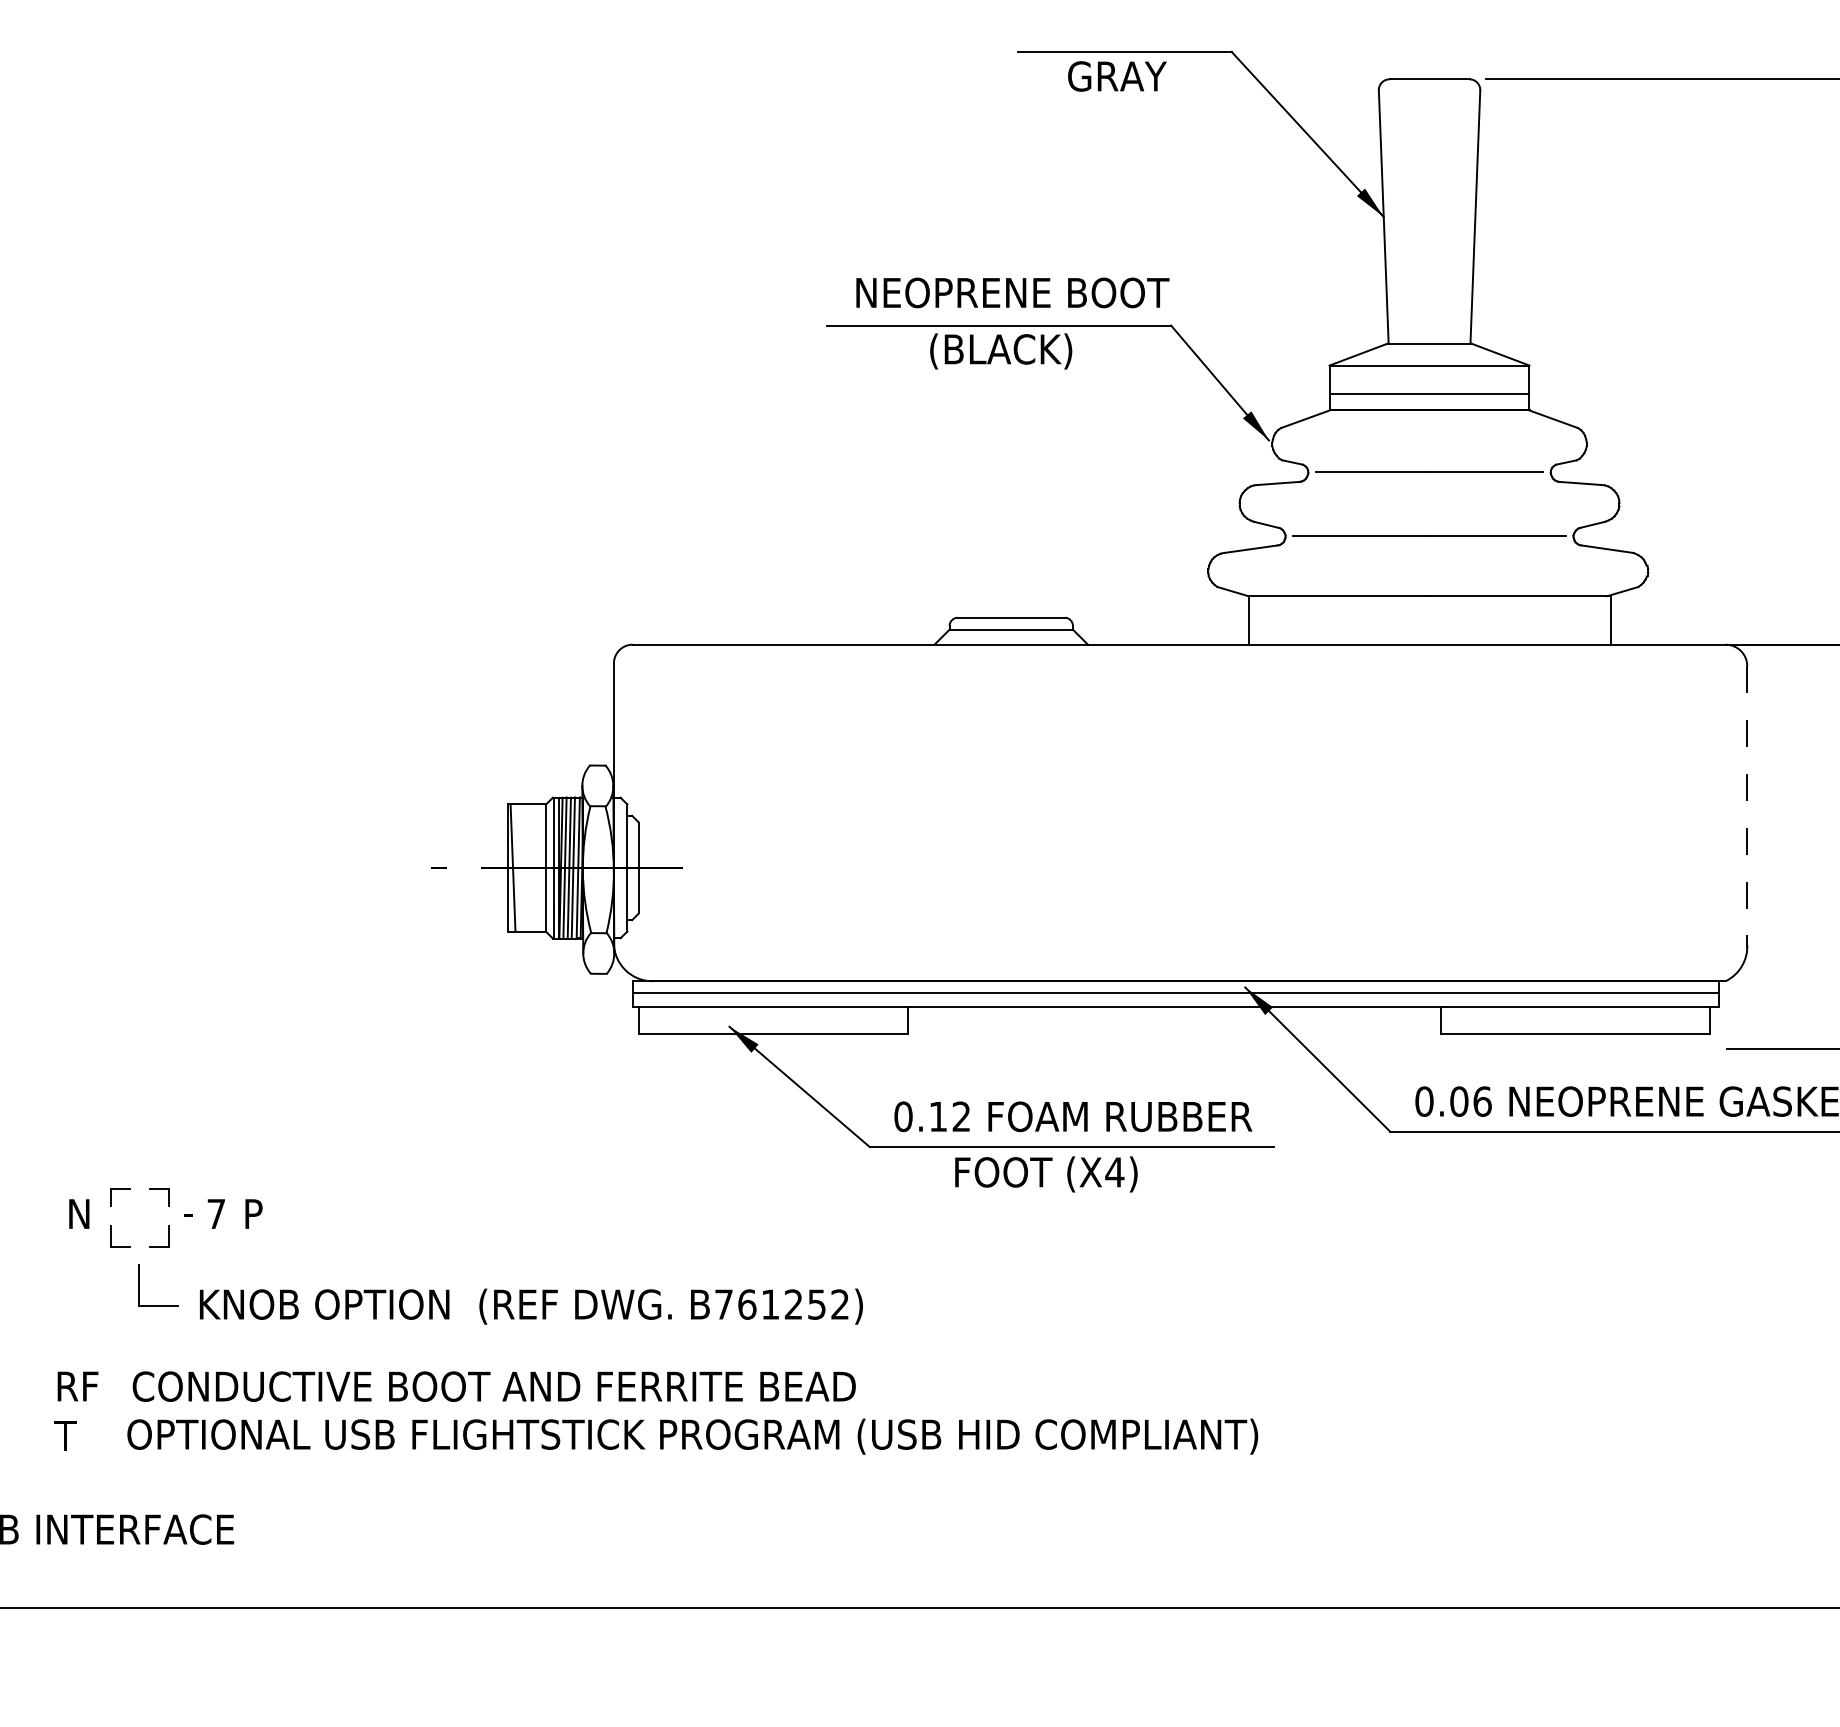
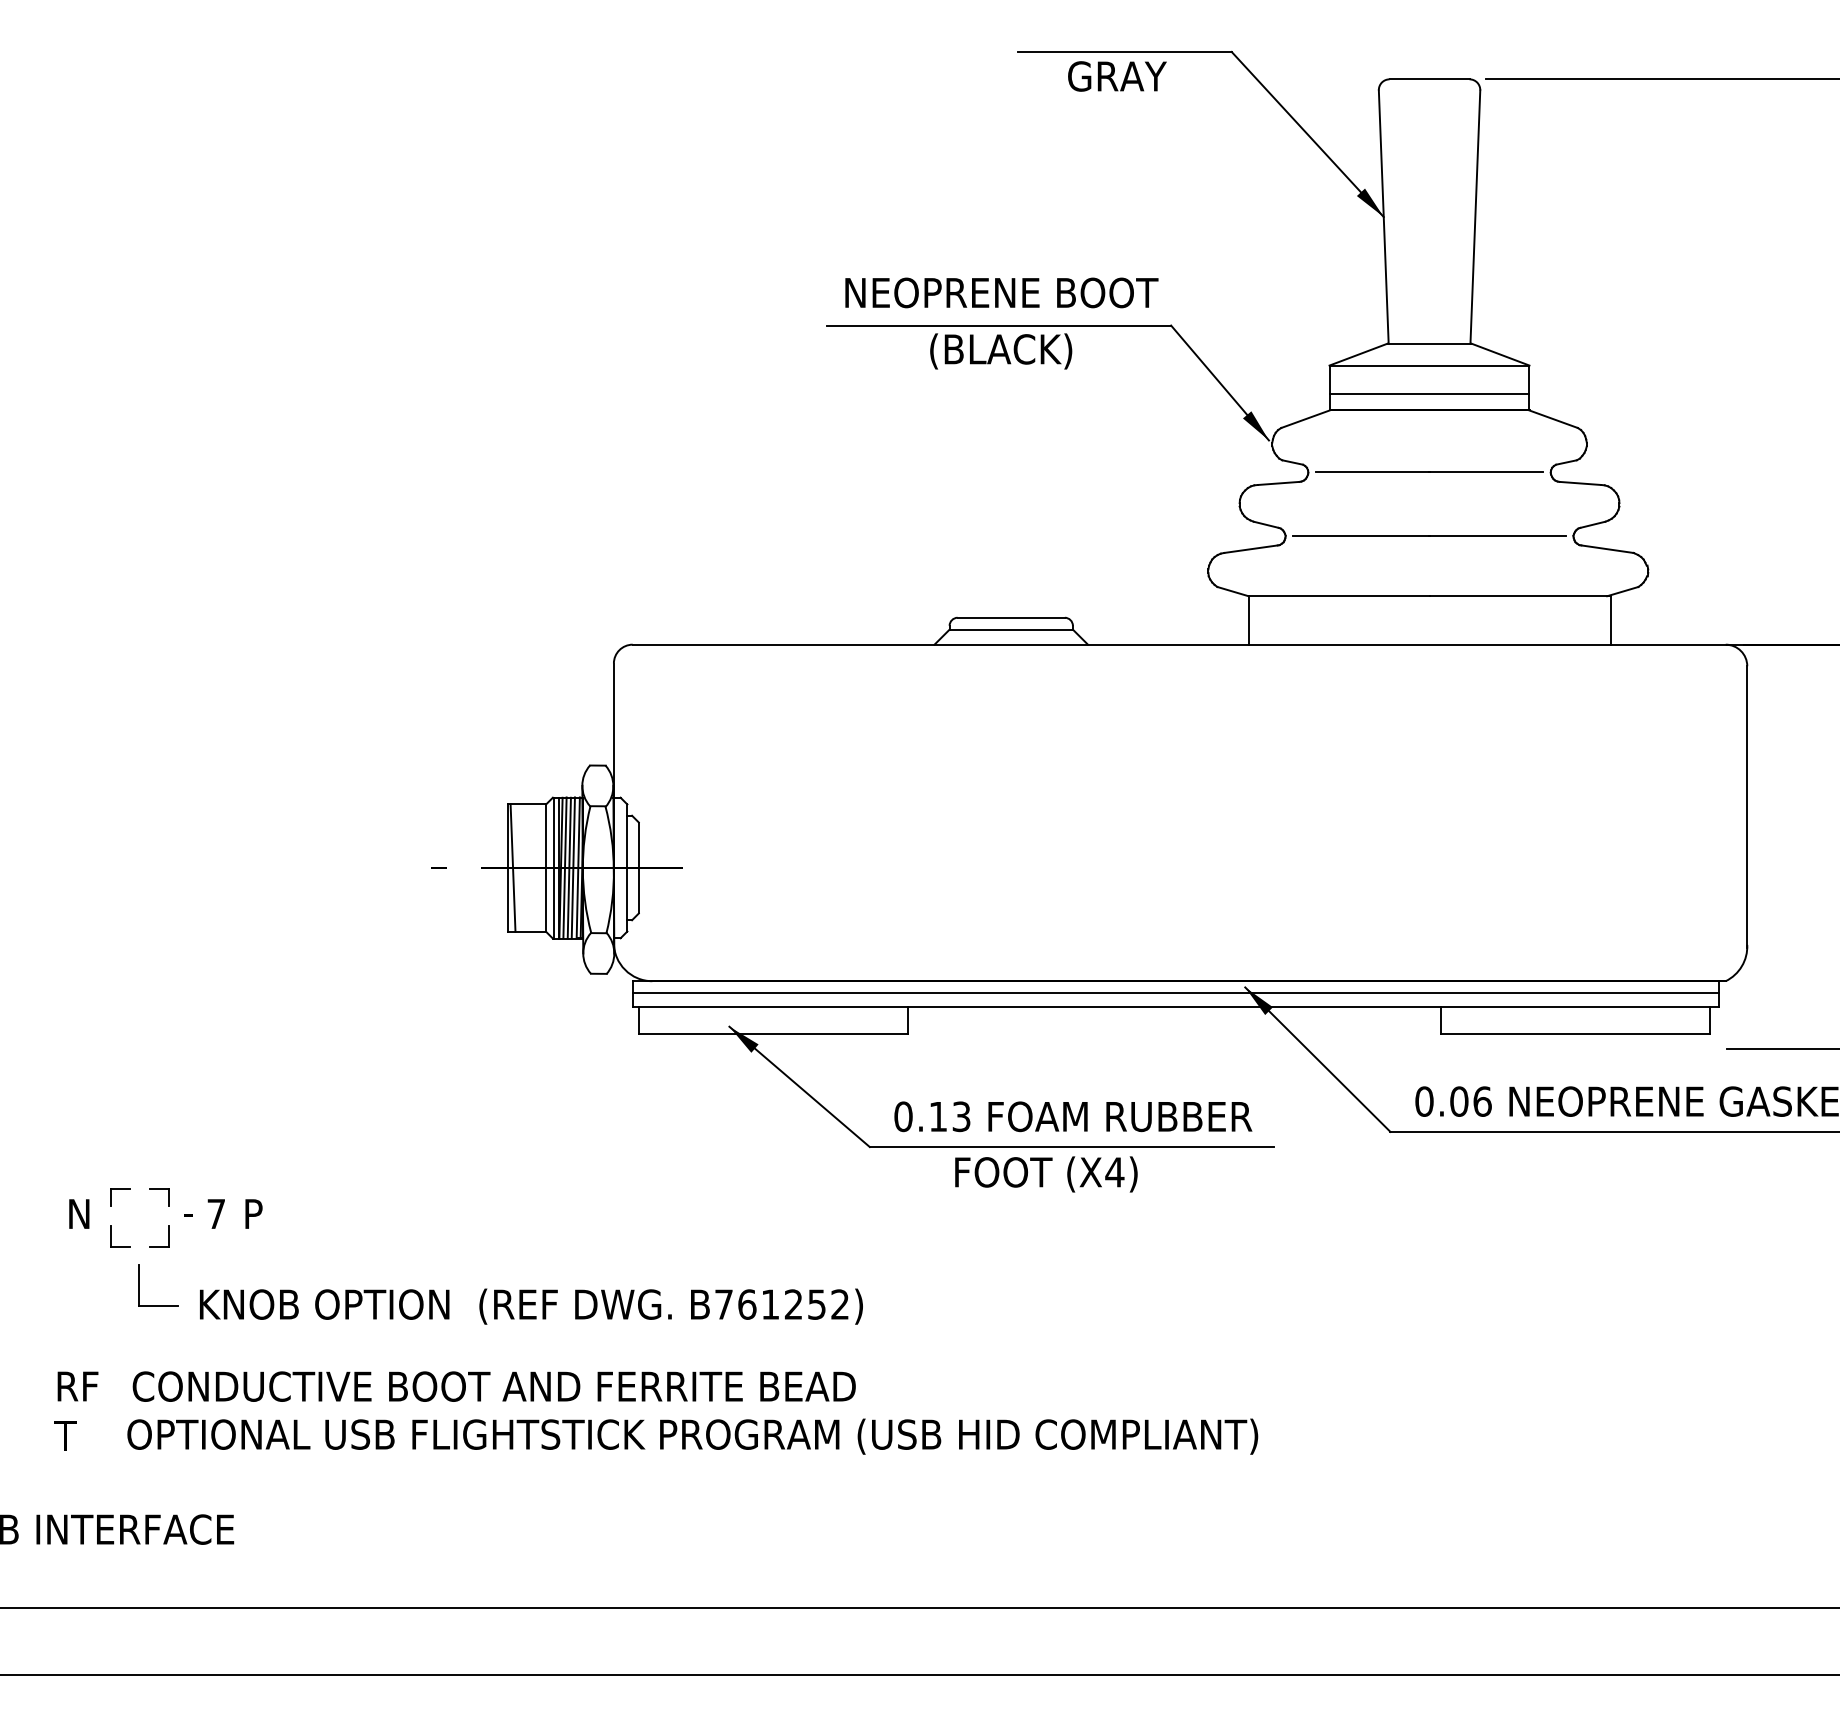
text at (1012, 292) position: (1012, 292) -> (1001, 292)
line at (1747, 807): dashed -> solid
text at (961, 1116): 0.12 -> 0.13
line at (919, 1675): none -> present
